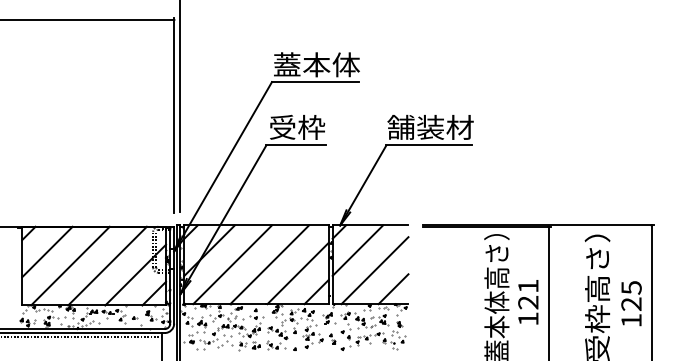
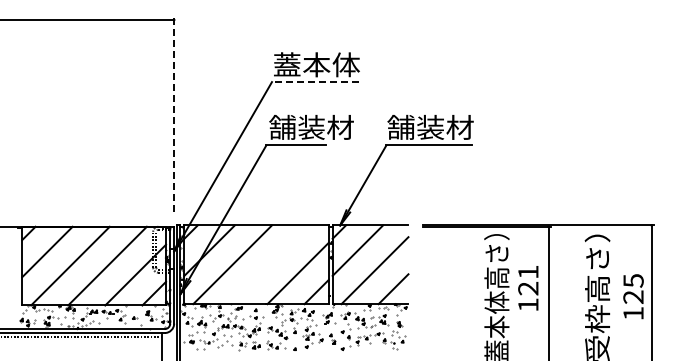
line at (314, 82): solid -> dashed
line at (180, 107): present -> none
line at (174, 115): solid -> dashed
text at (311, 126): 受枠 -> 舗装材
line at (269, 264): present -> none
text at (528, 302) position: (528, 302) -> (528, 288)
text at (631, 303) position: (631, 303) -> (633, 296)
